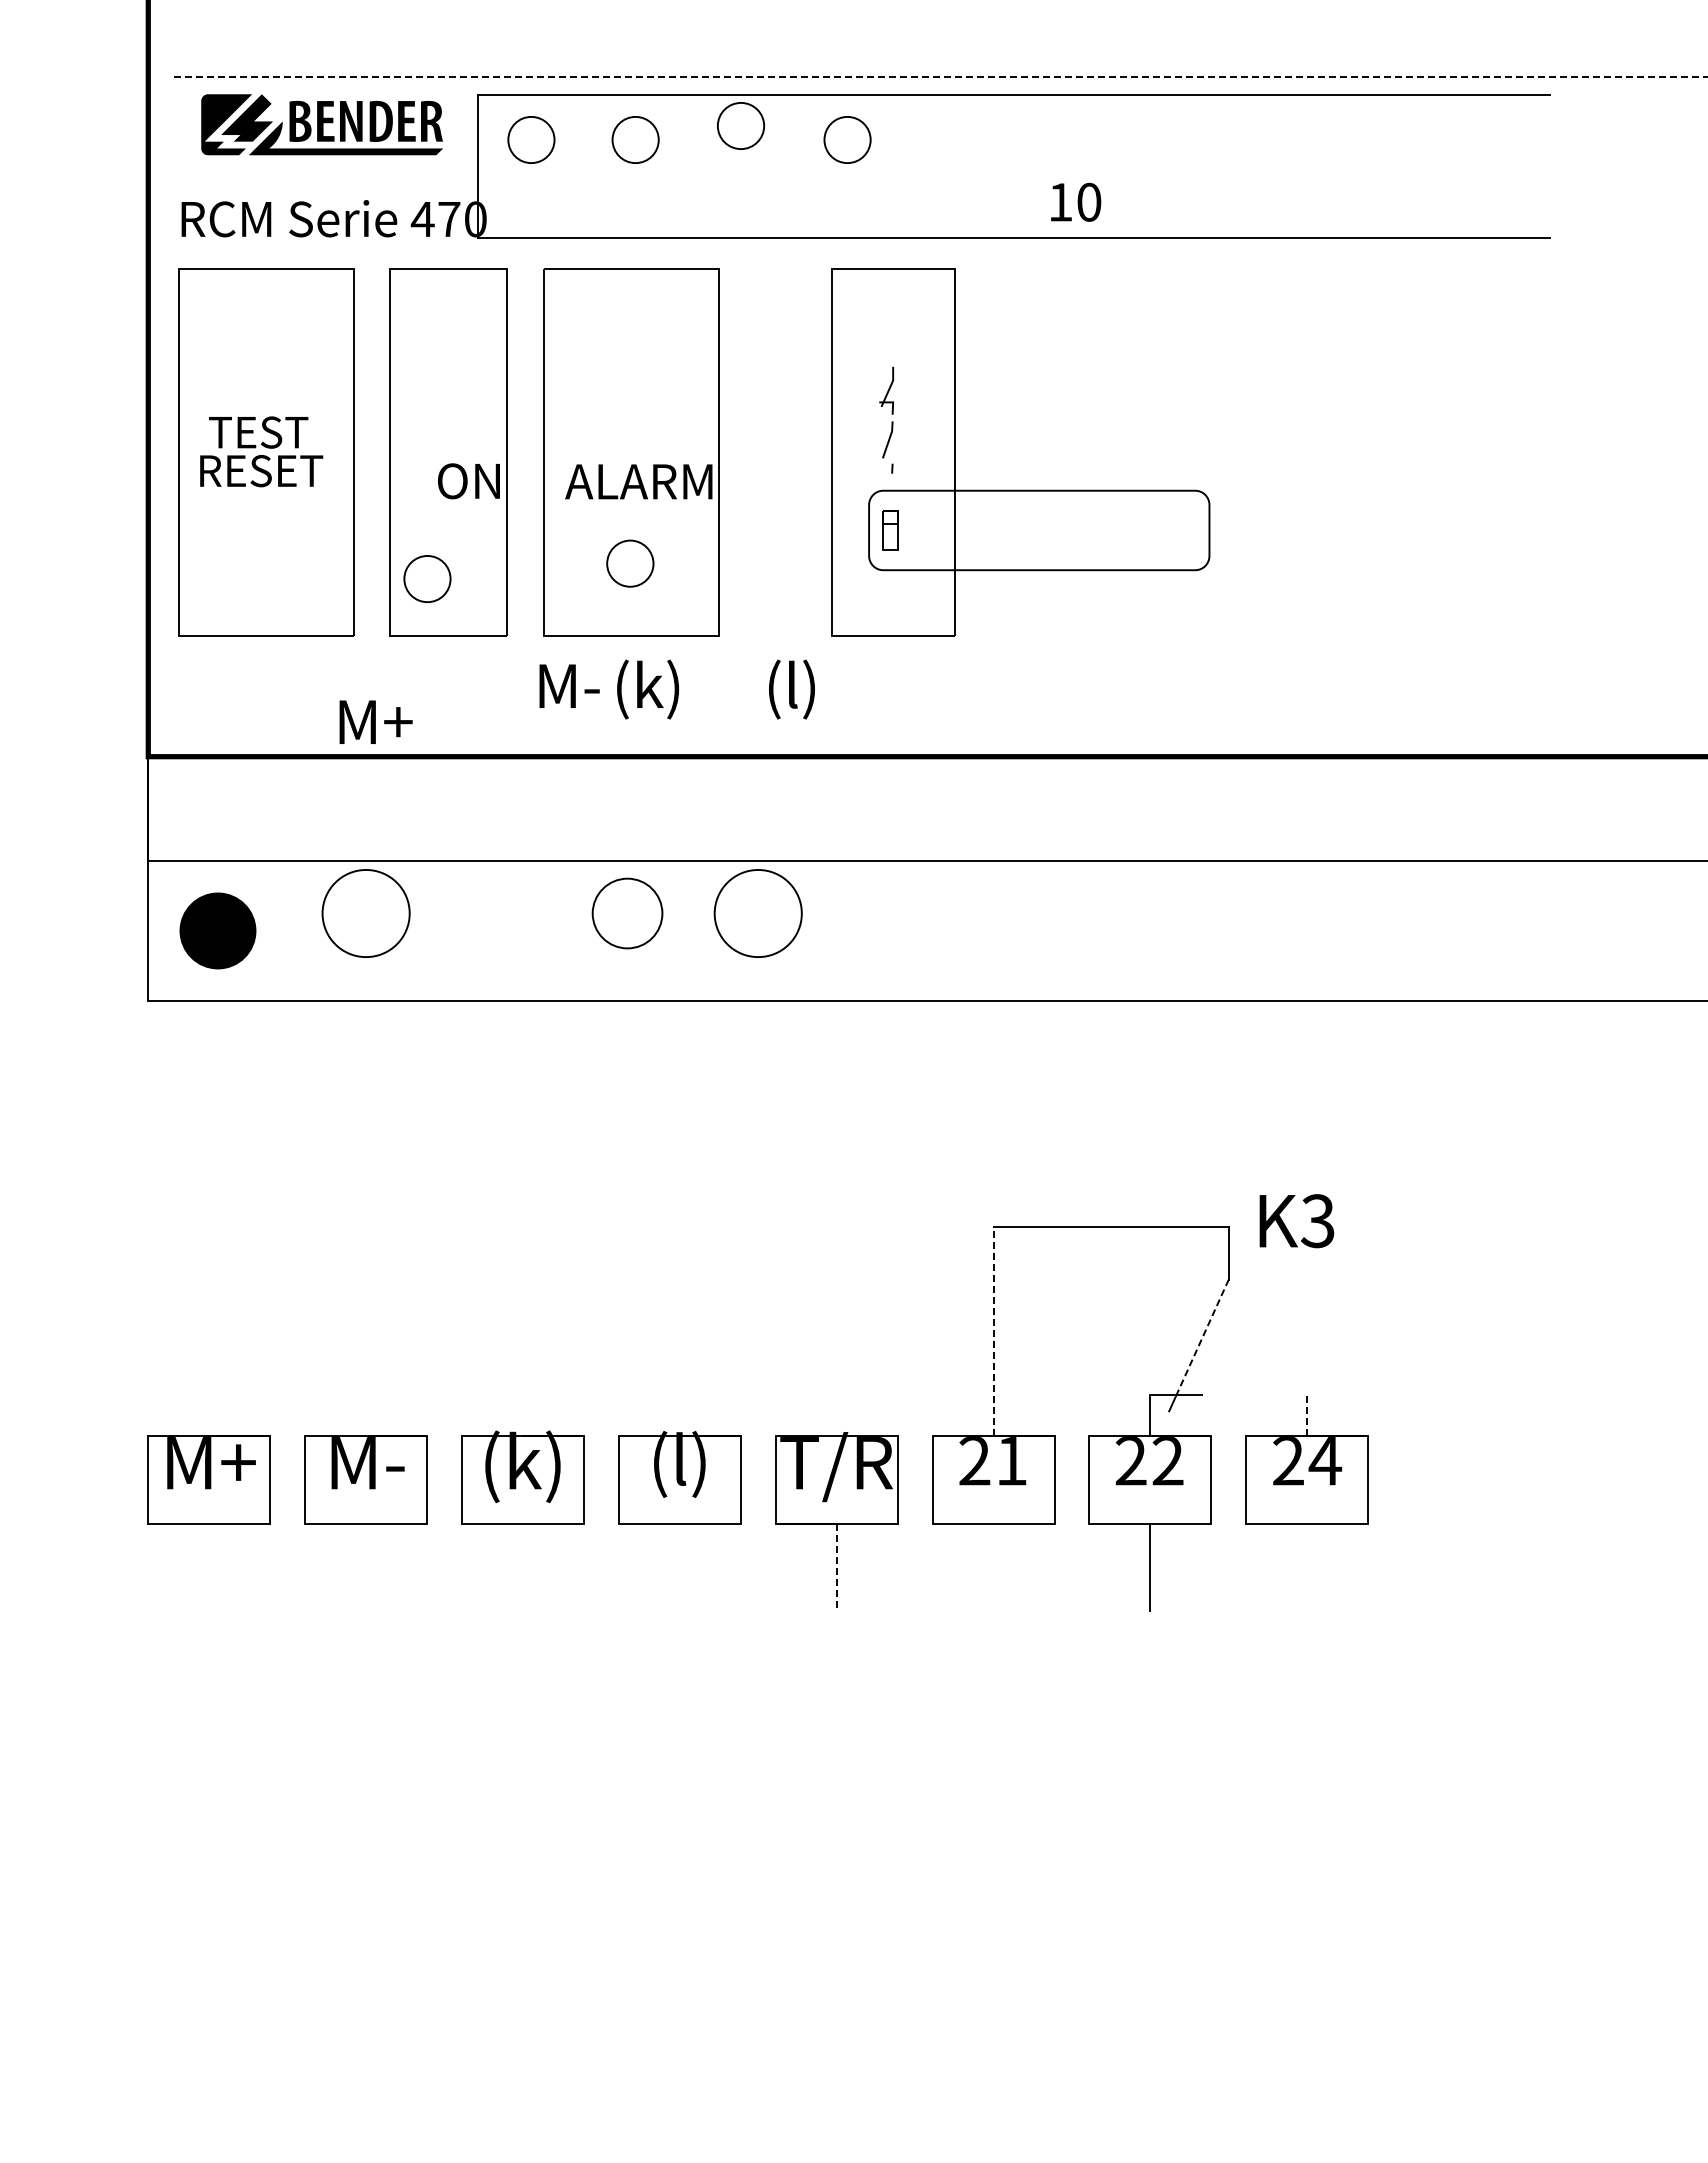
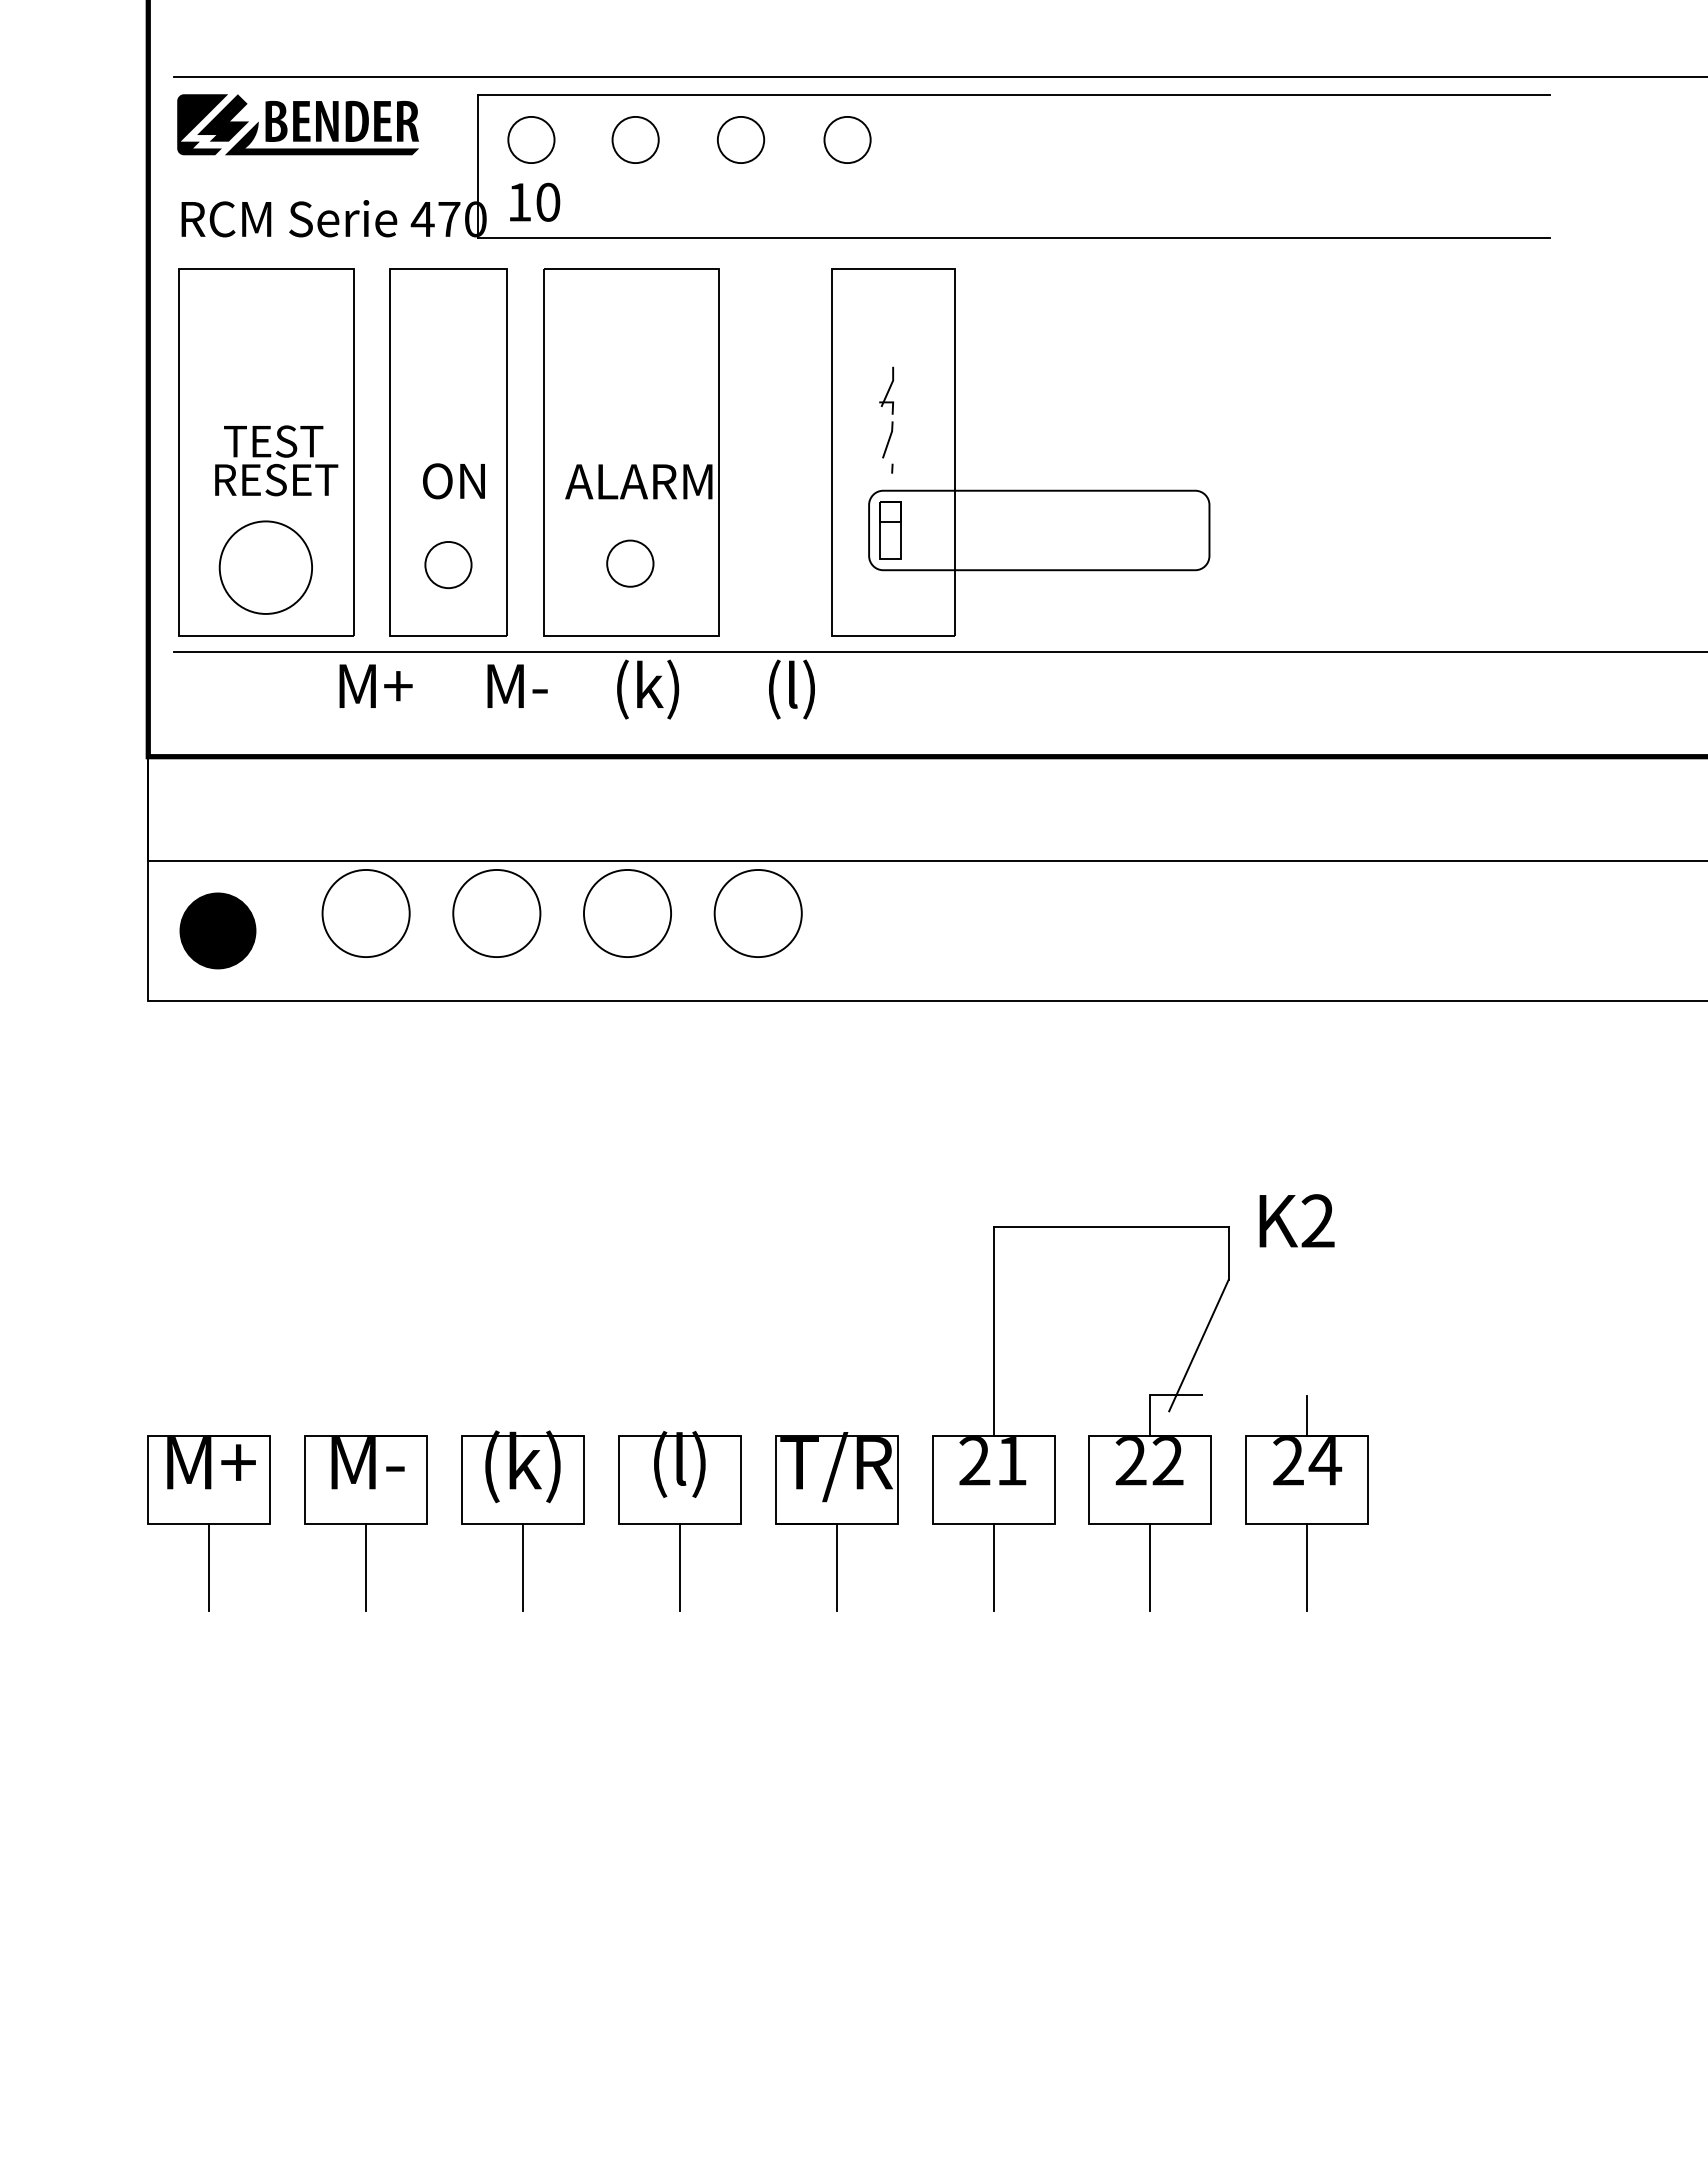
line at (941, 77): dashed -> solid
part at (321, 124) position: (321, 124) -> (297, 124)
part at (741, 125) position: (741, 125) -> (741, 139)
text at (1076, 201) position: (1076, 201) -> (535, 201)
text at (261, 451) position: (261, 451) -> (276, 460)
text at (468, 481) position: (468, 481) -> (453, 481)
part at (890, 530) size: 17x41 px -> 23x59 px
part at (265, 567): none -> present
part at (427, 579) position: (427, 579) -> (448, 565)
line at (939, 652): none -> present
text at (569, 685) position: (569, 685) -> (517, 685)
text at (375, 721) position: (375, 721) -> (375, 685)
circle at (496, 913): none -> present
circle at (627, 913) diameter: 70 px -> 87 px
text at (1317, 1221): K3 -> K2
line at (993, 1331): dashed -> solid
line at (1202, 1337): dashed -> solid
line at (1307, 1416): dashed -> solid
line at (209, 1566): none -> present
line at (366, 1566): none -> present
line at (522, 1566): none -> present
line at (679, 1566): none -> present
line at (993, 1566): none -> present
line at (1307, 1566): none -> present
line at (836, 1567): dashed -> solid
